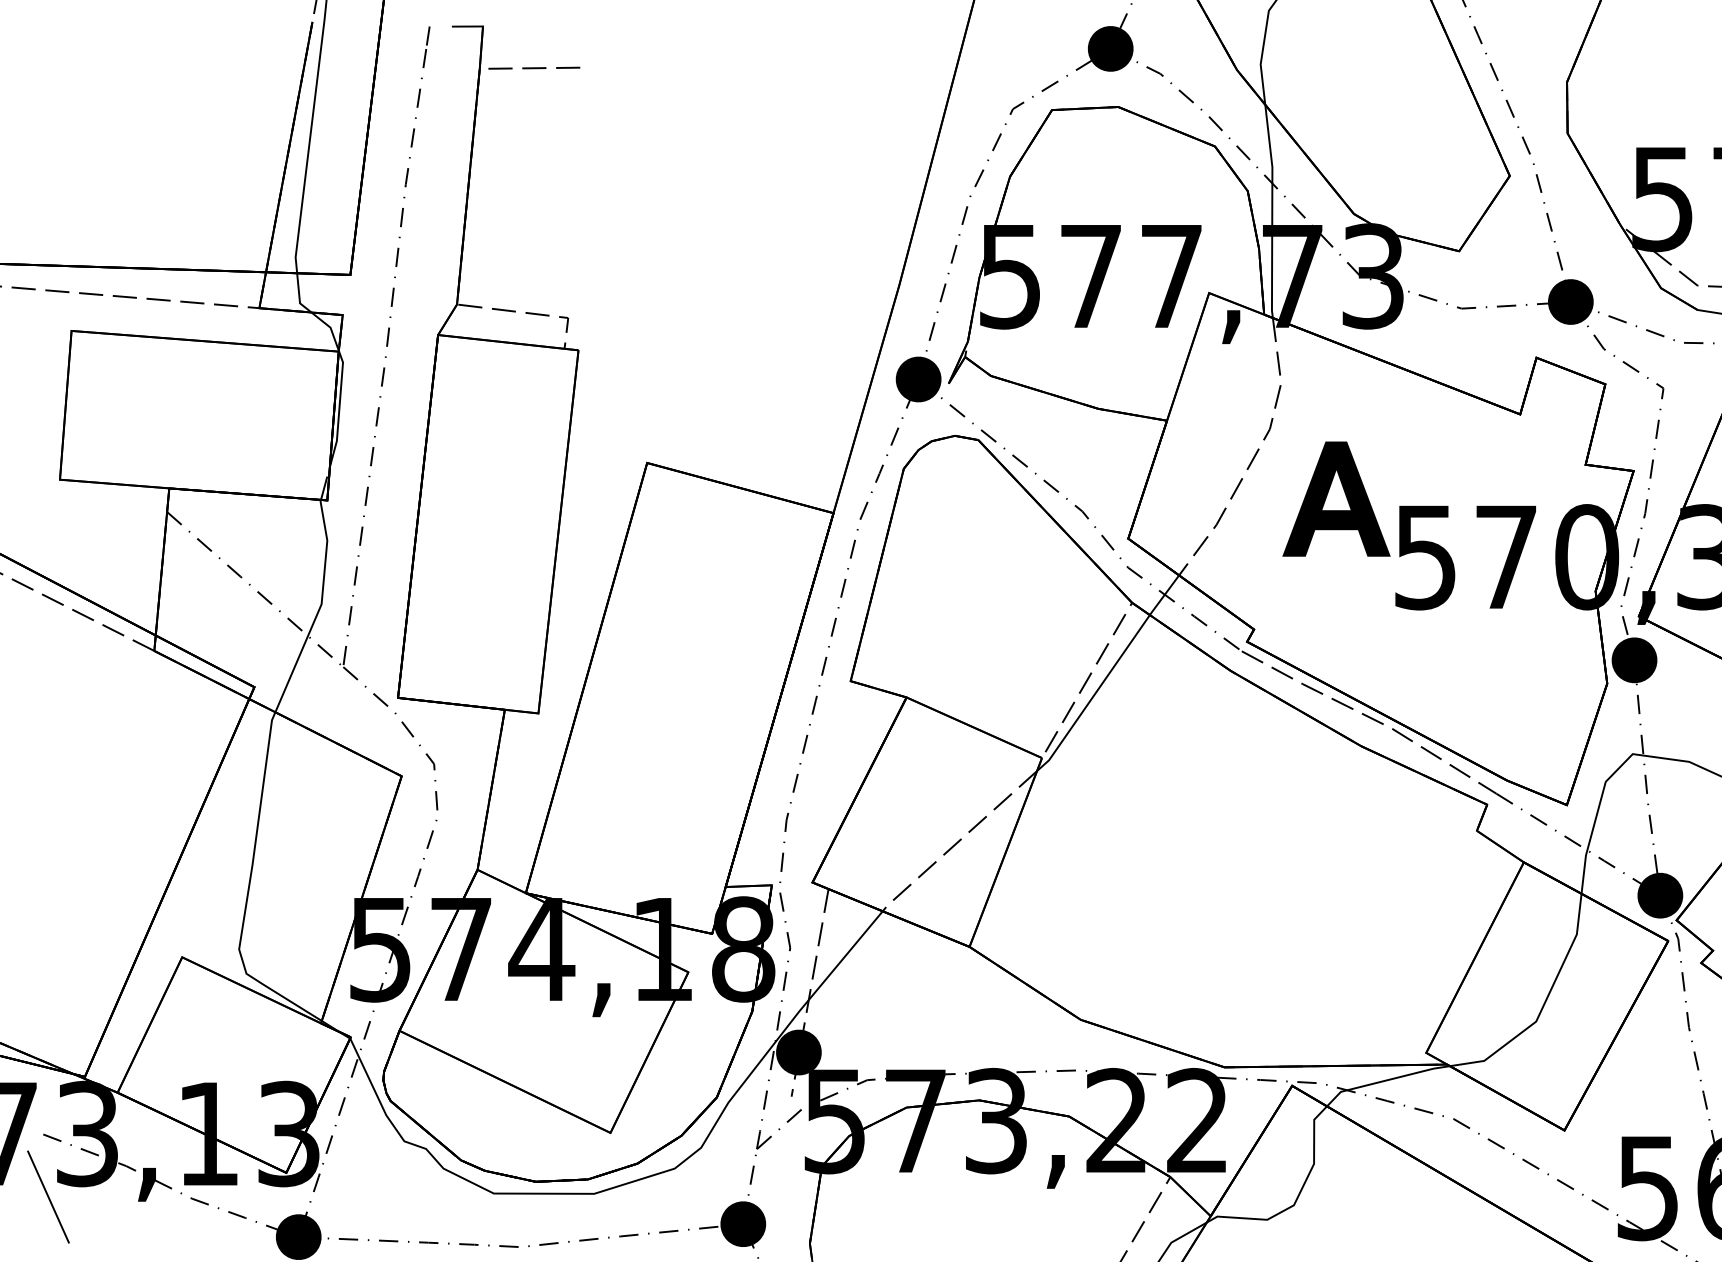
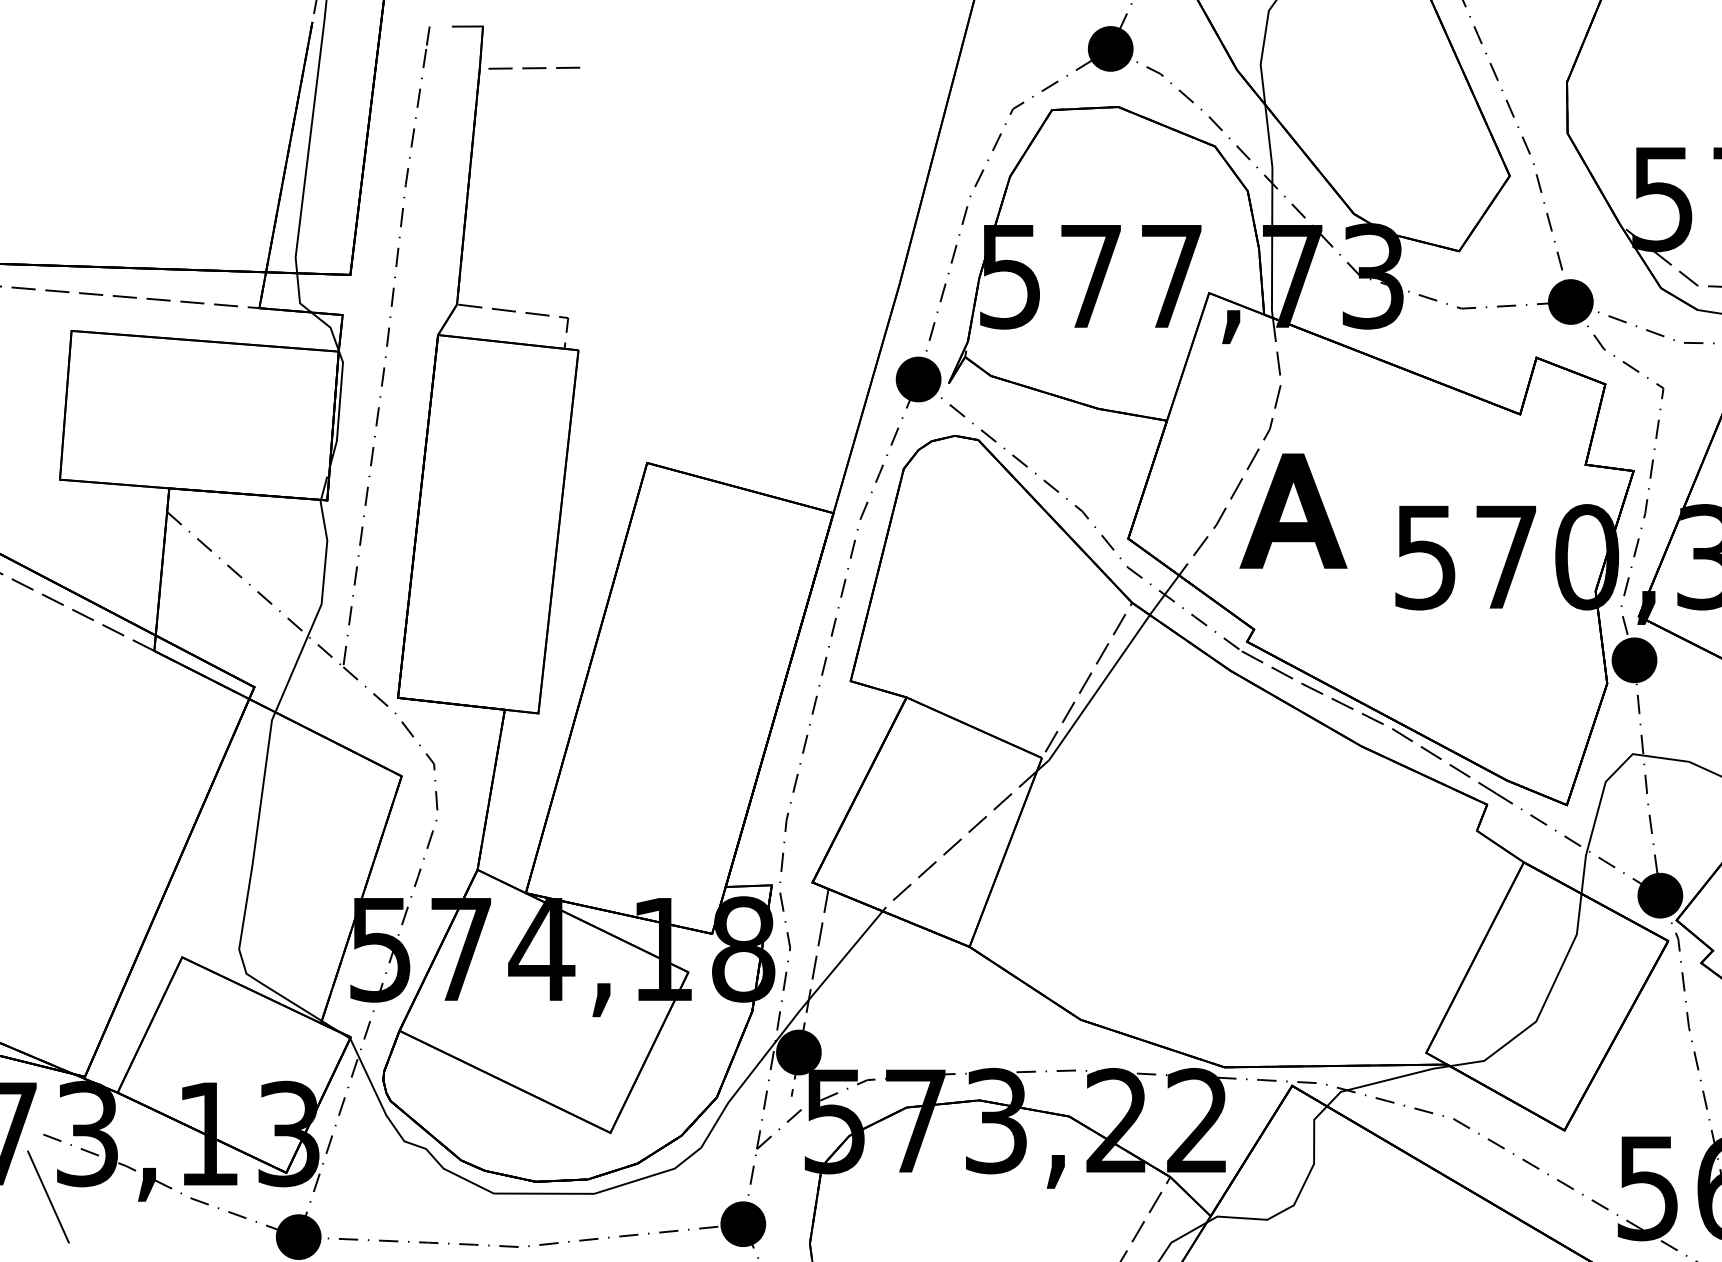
part at (1336, 498) position: (1336, 498) -> (1293, 510)
